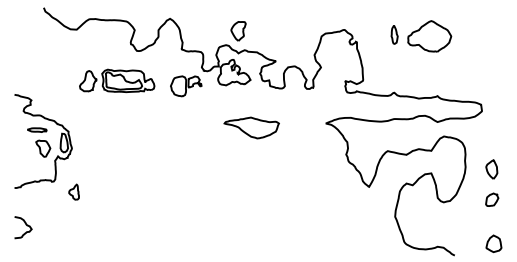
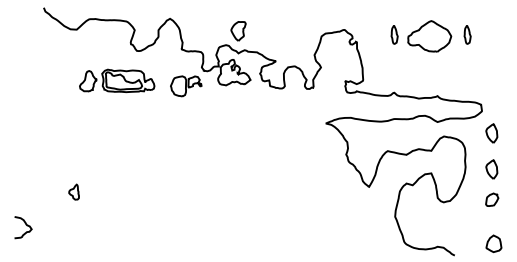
part at (467, 34): none -> present
part at (251, 127): present -> none
part at (491, 133): none -> present
part at (43, 141): present -> none
